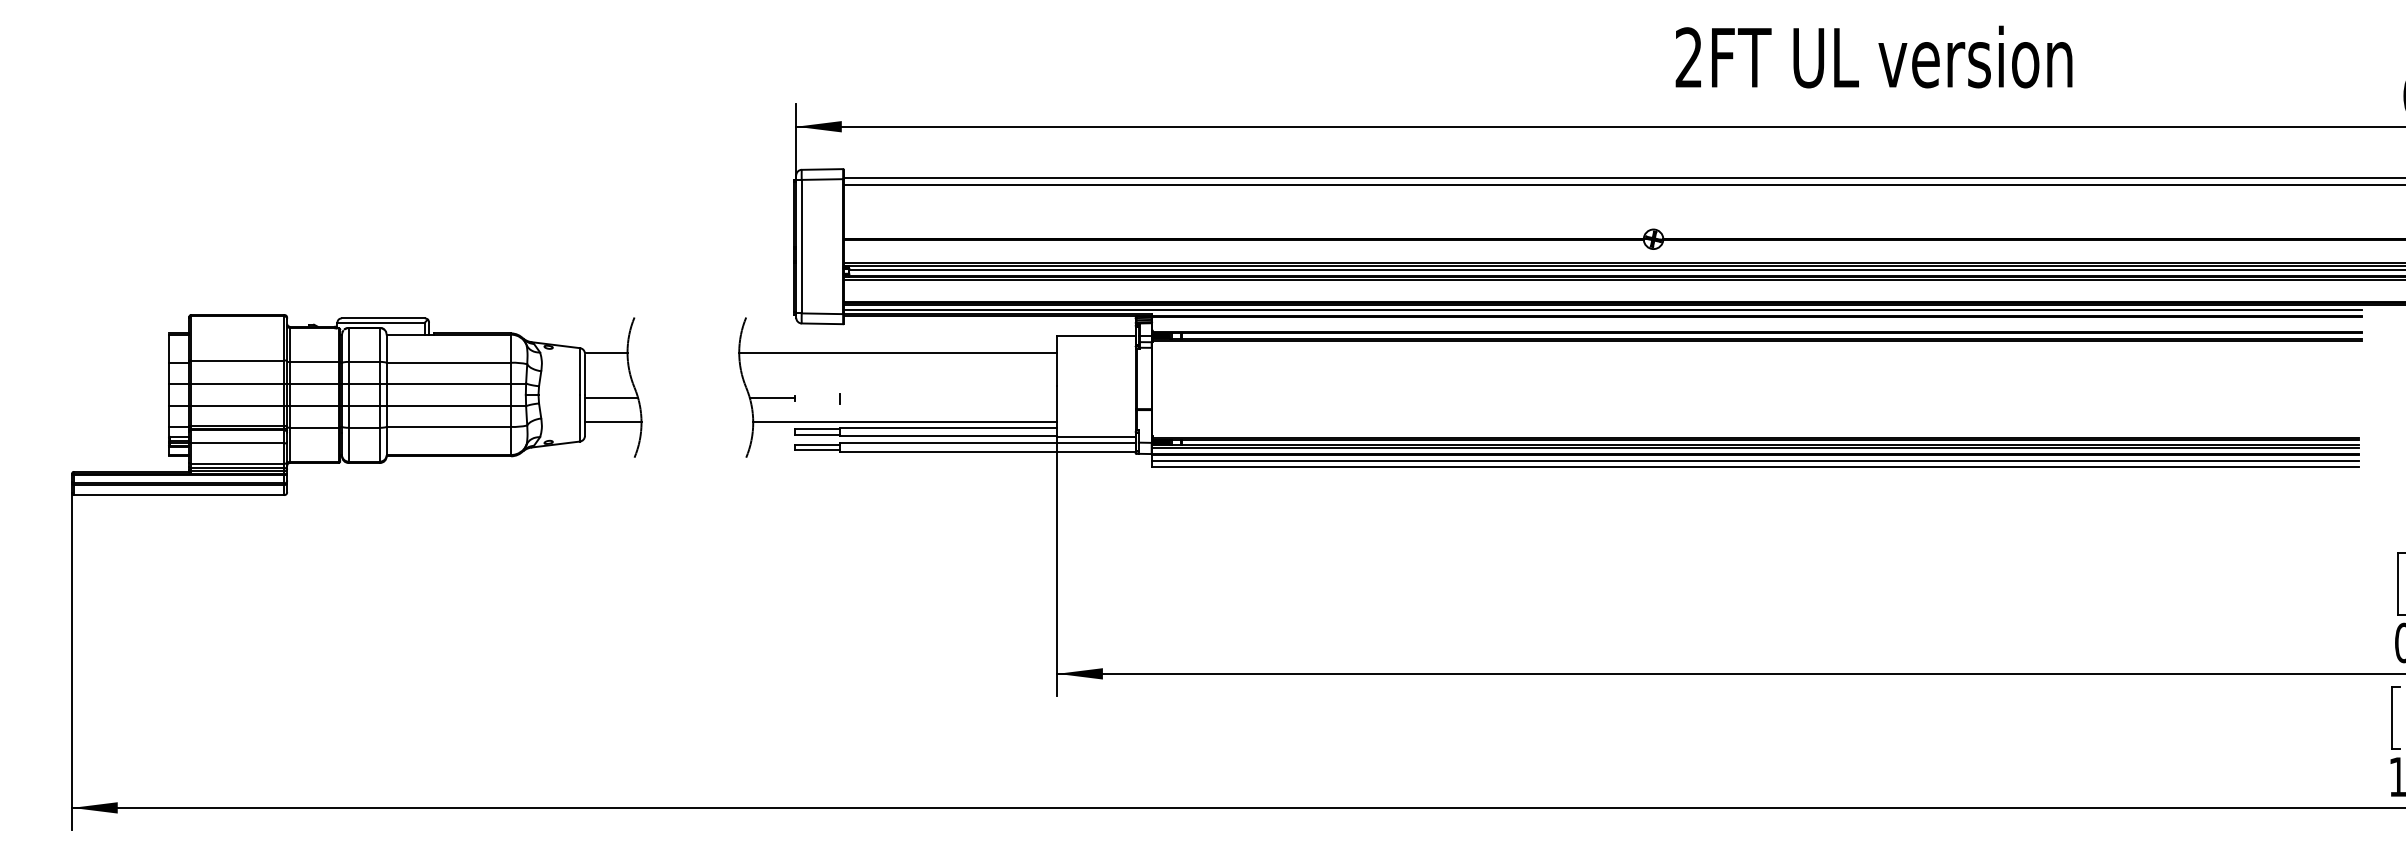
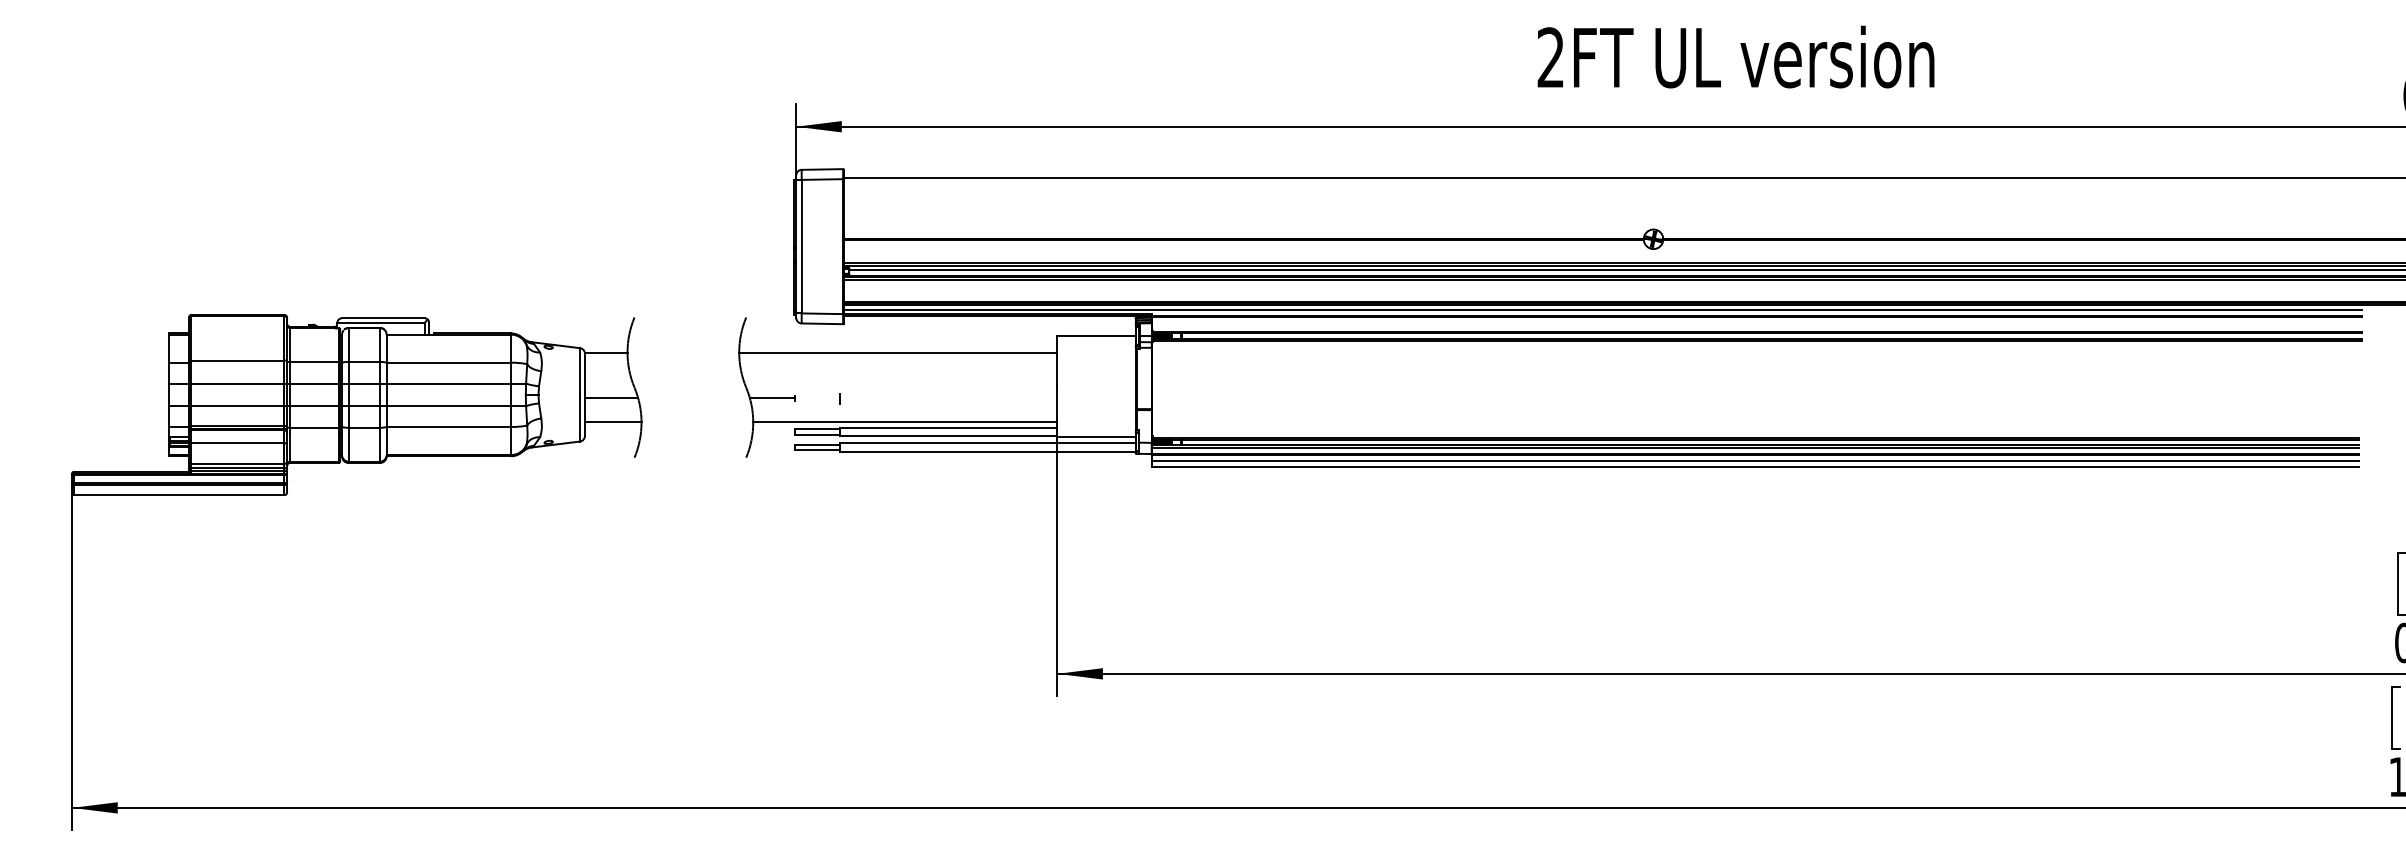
text at (1873, 56) position: (1873, 56) -> (1735, 56)
line at (1622, 185): present -> none
